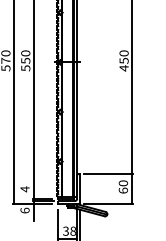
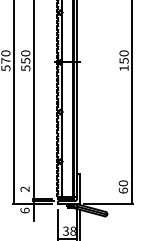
text at (123, 68): 450 -> 150
line at (107, 174): present -> none
text at (24, 189): 4 -> 2
